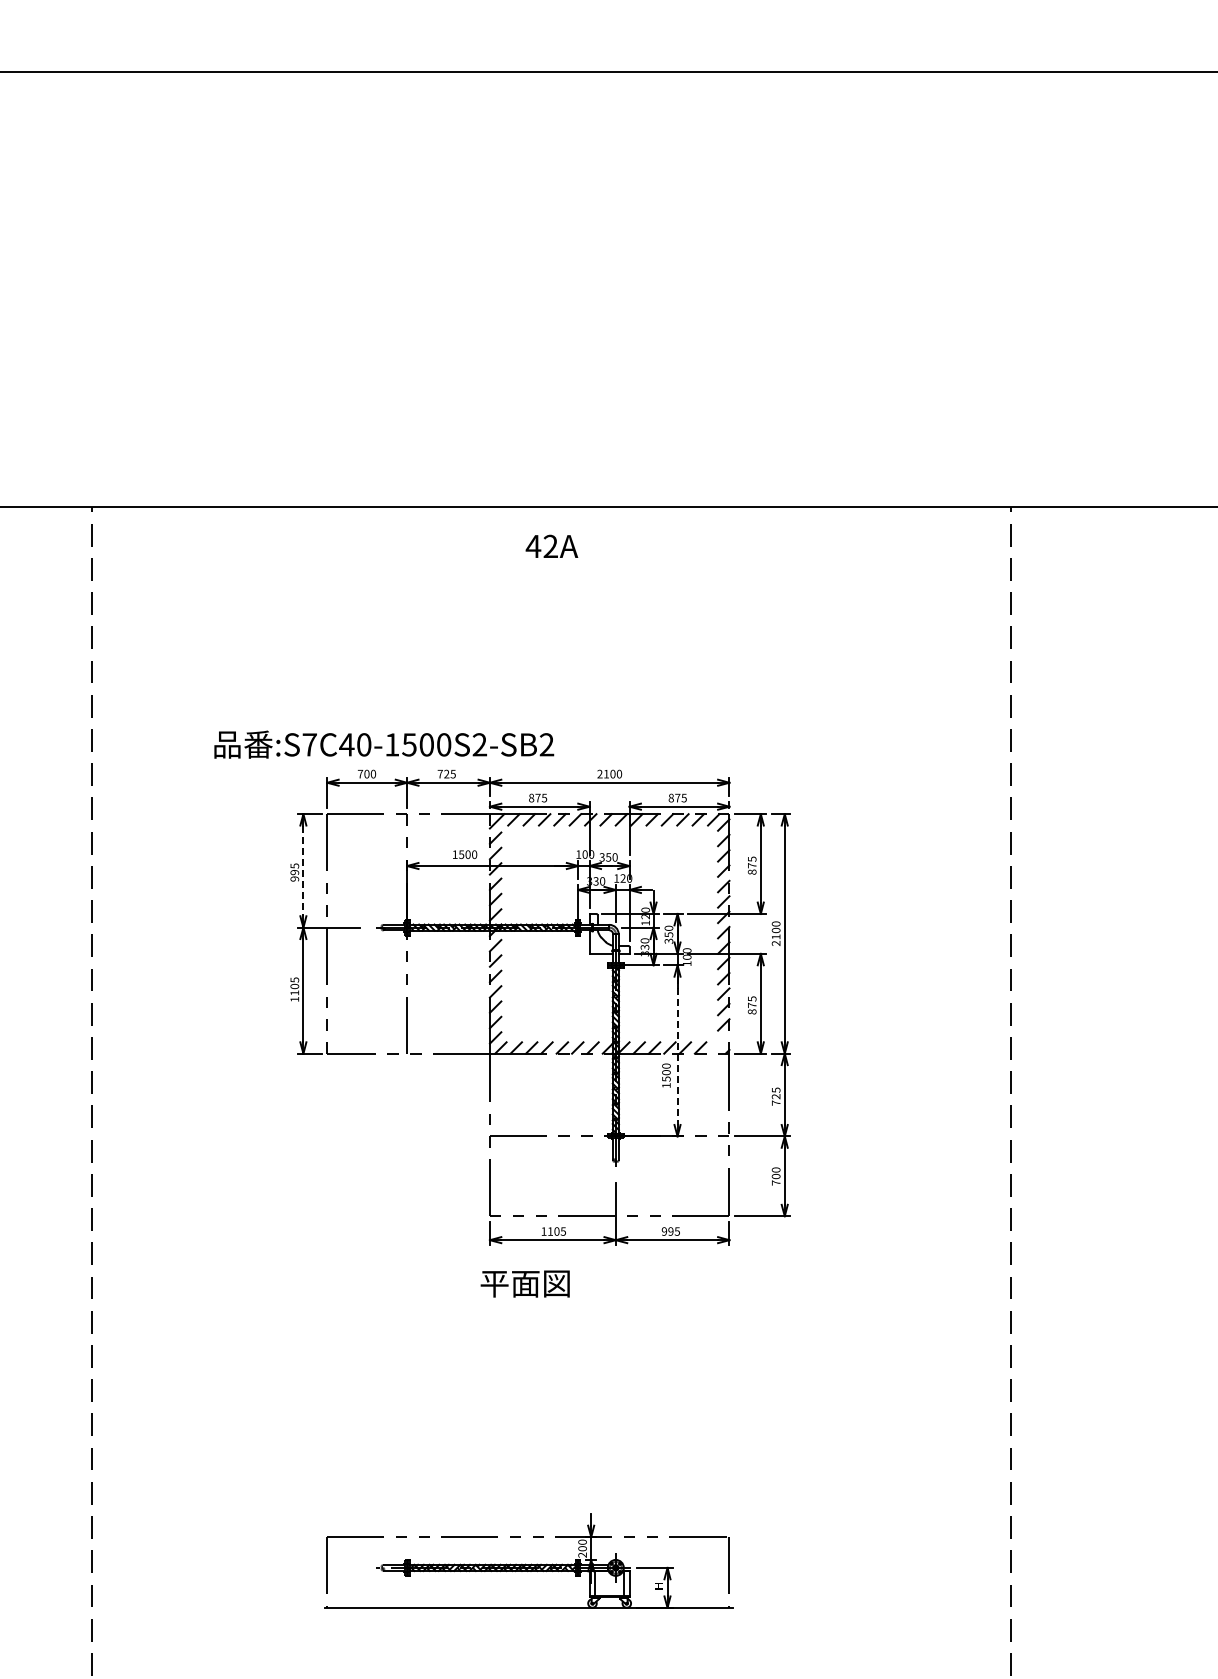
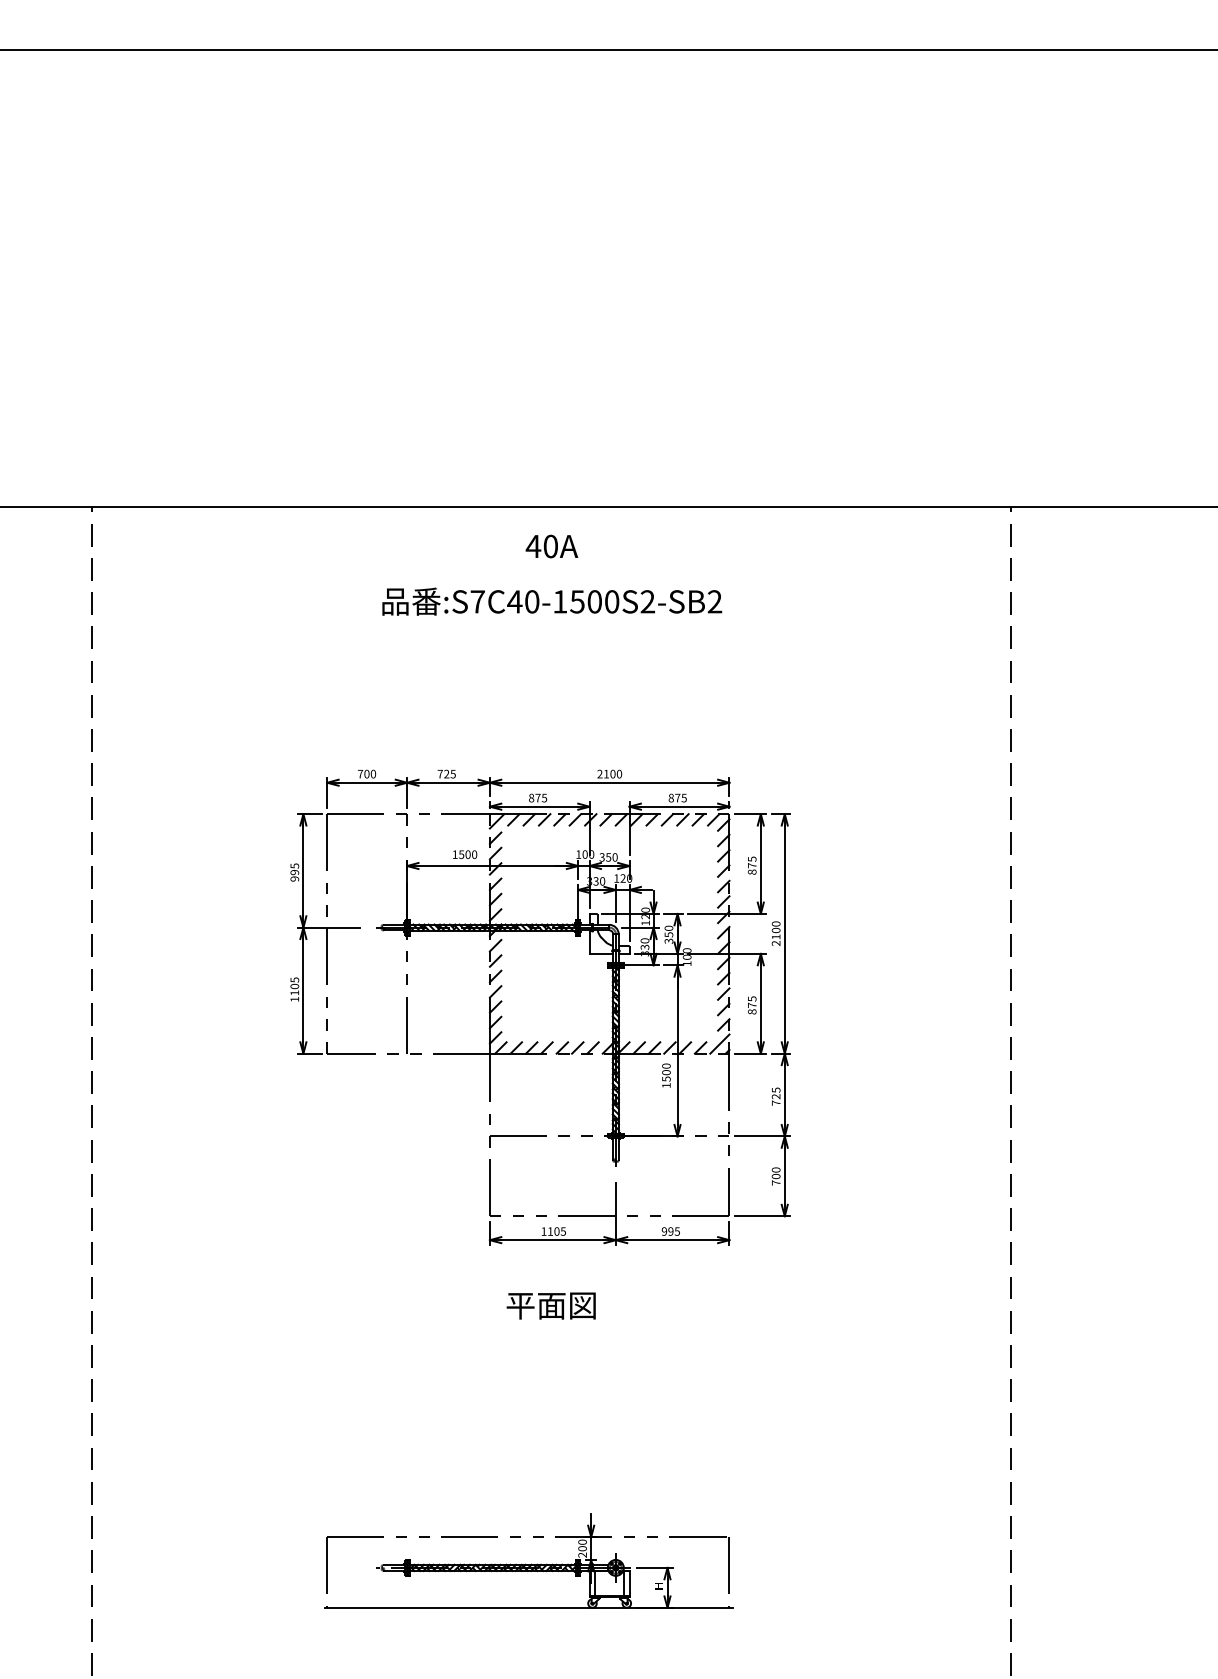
line at (608, 72) position: (608, 72) -> (608, 50)
text at (550, 546): 42A -> 40A
text at (384, 744) position: (384, 744) -> (552, 601)
line at (303, 871): dashed -> solid
line at (719, 1043): none -> present
line at (677, 1051): dashed -> solid
text at (524, 1283) position: (524, 1283) -> (550, 1305)
